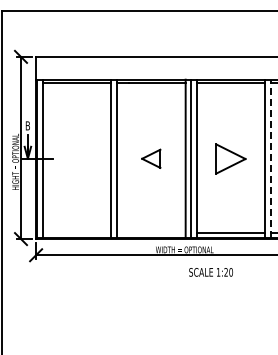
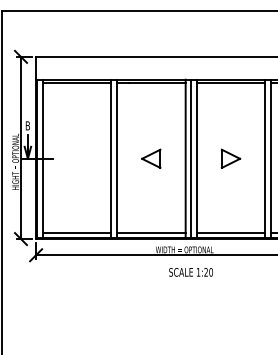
part at (230, 158) size: 32x32 px -> 22x21 px
line at (270, 158): dashed -> solid
line at (76, 232): none -> present
line at (150, 232): none -> present
text at (210, 272) position: (210, 272) -> (190, 272)
